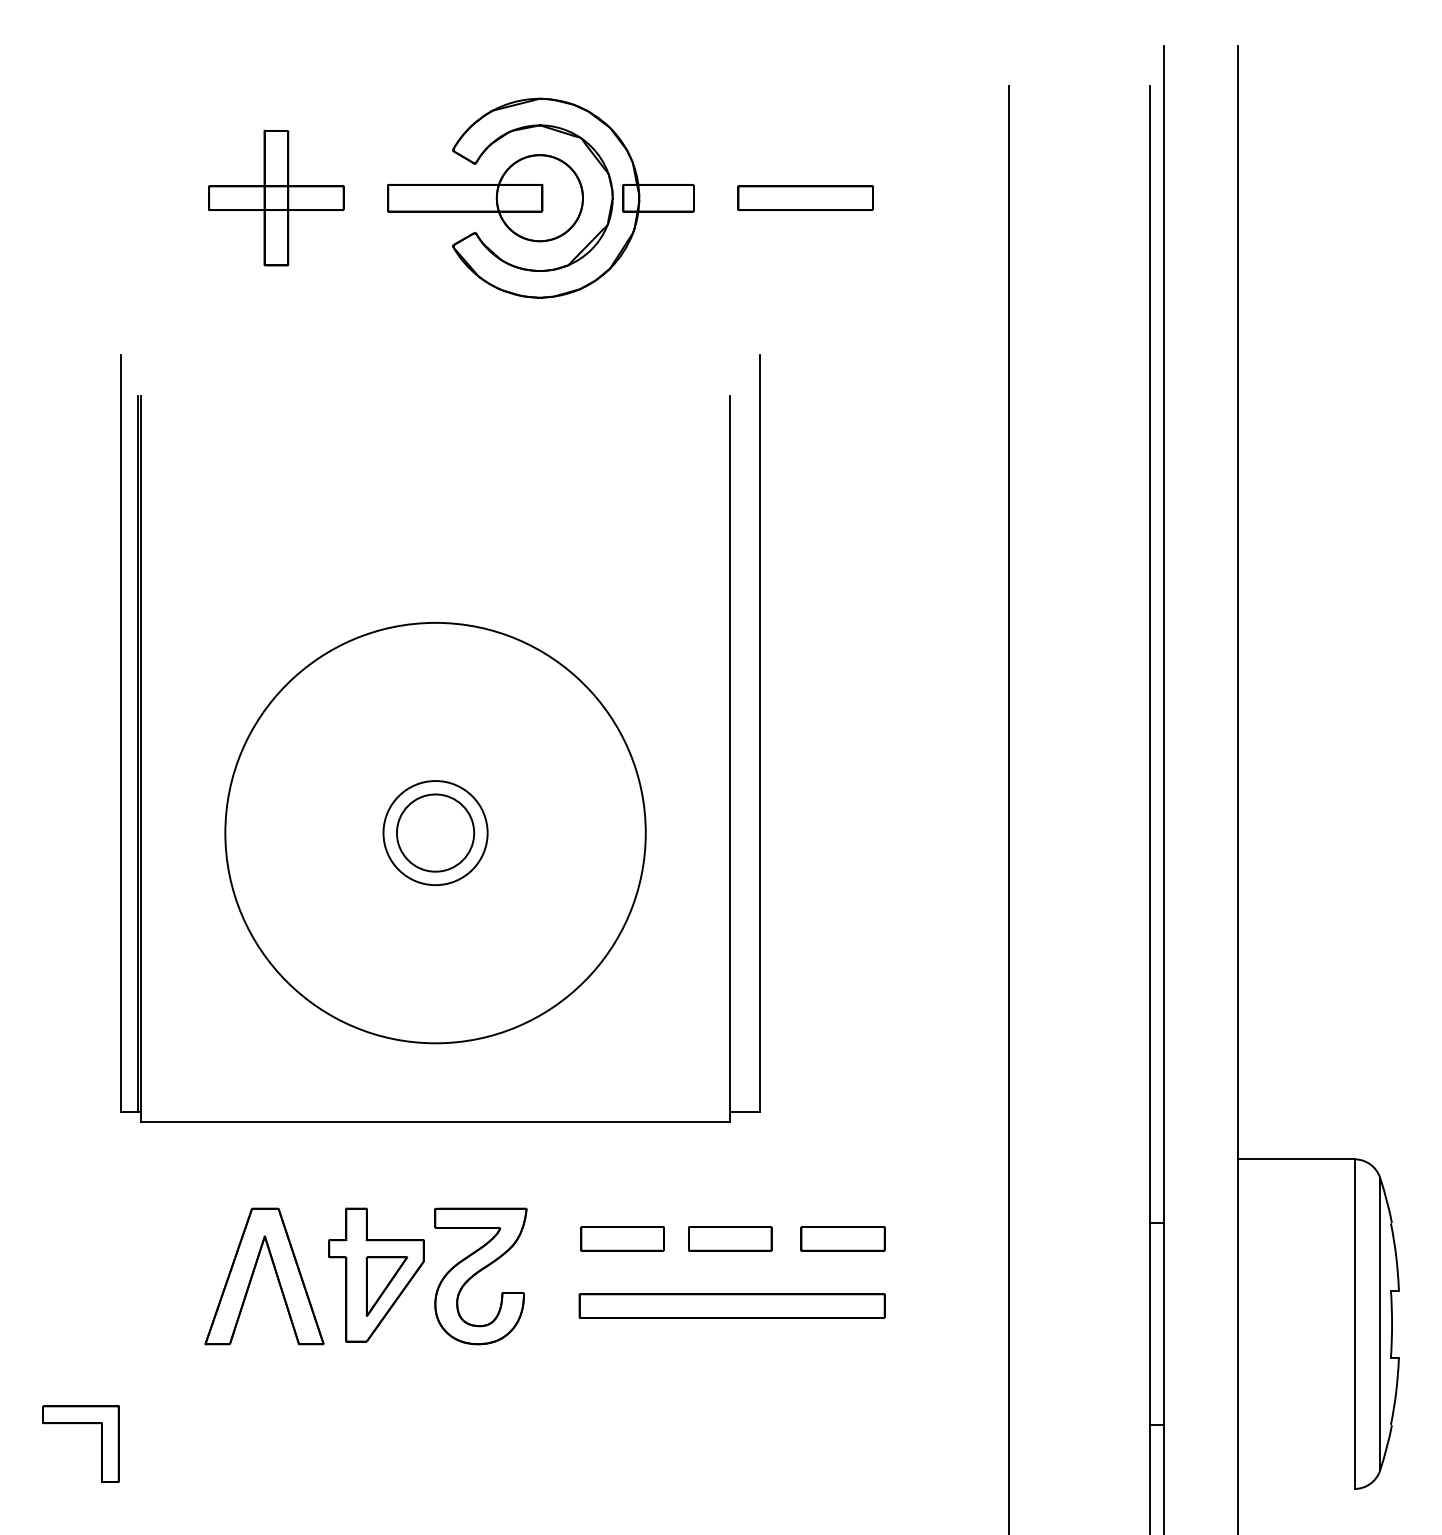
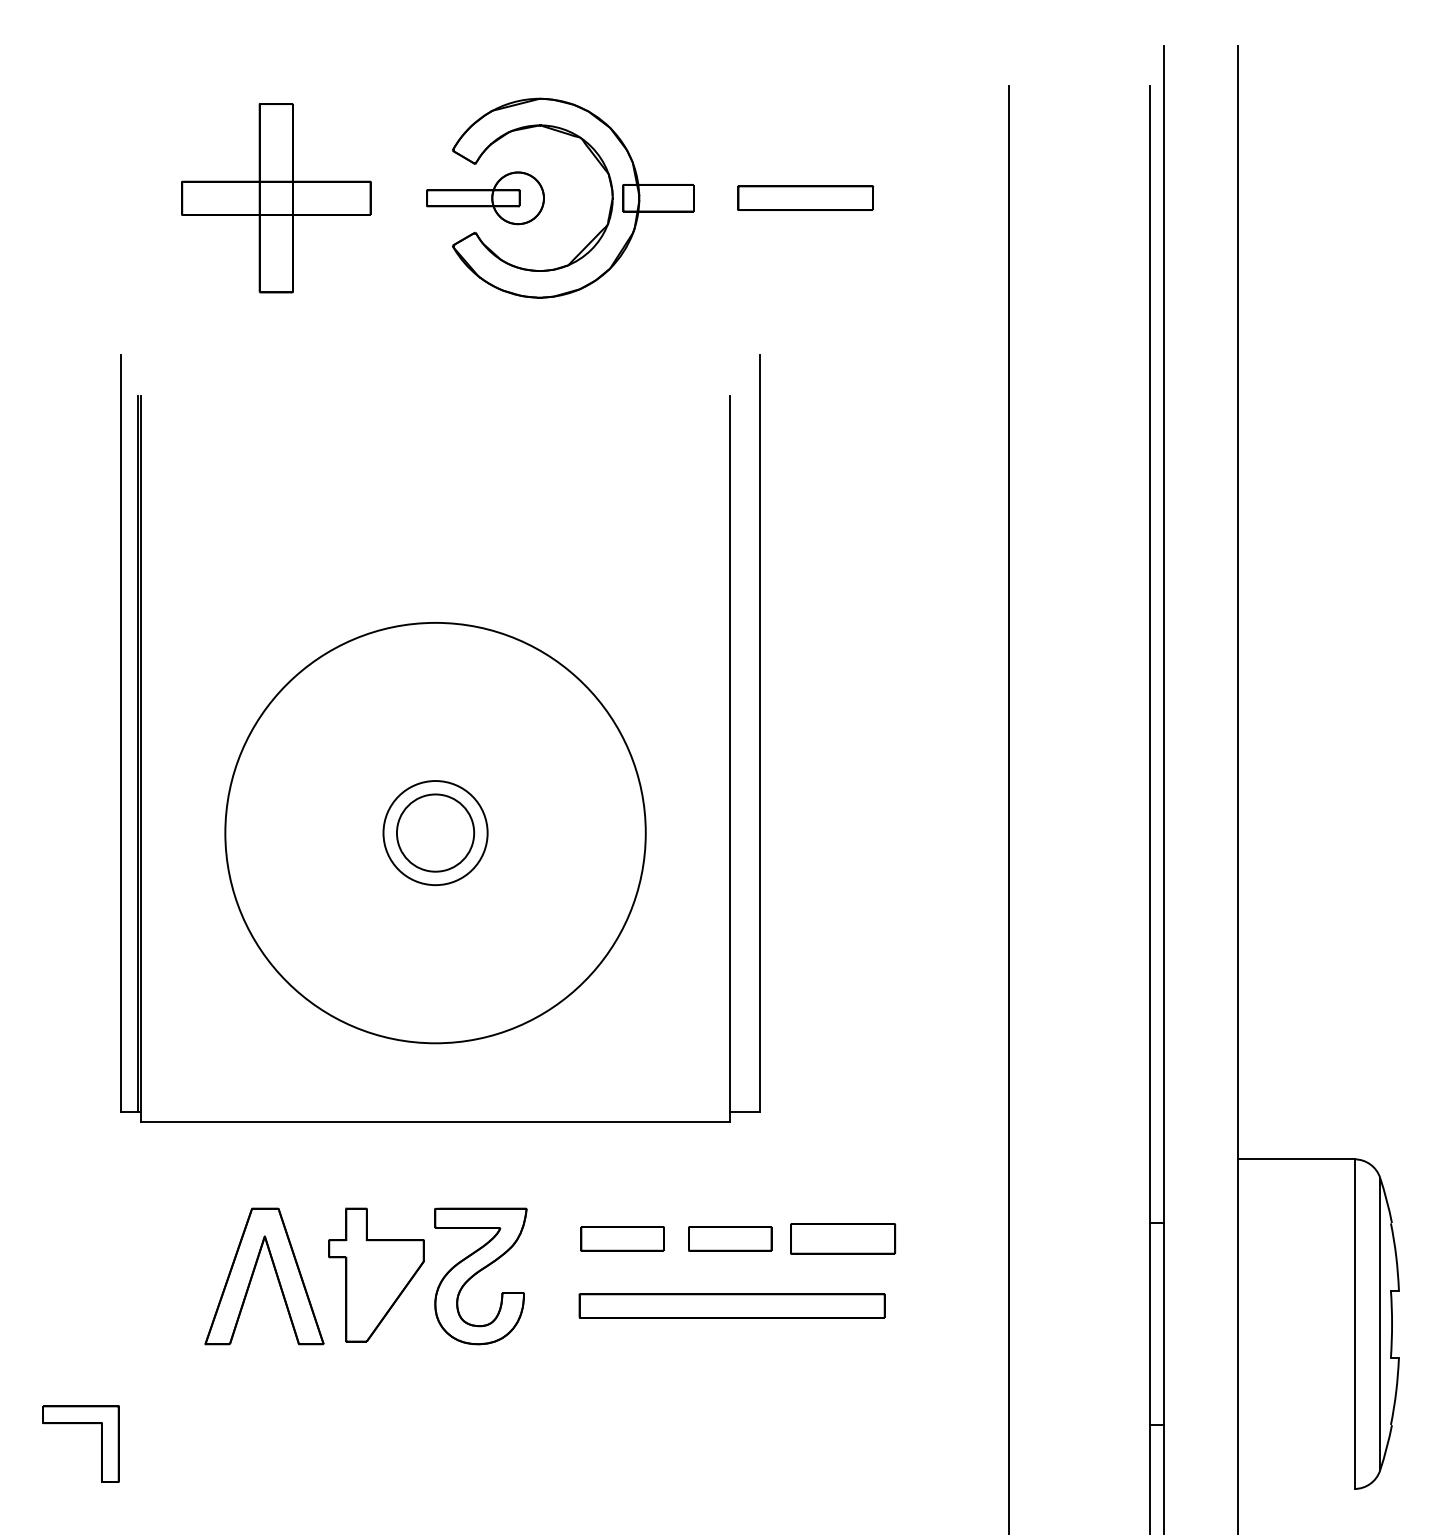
part at (276, 197) size: 137x138 px -> 191x191 px
part at (485, 198) size: 197x89 px -> 119x55 px
part at (842, 1238) size: 86x26 px -> 107x32 px
part at (386, 1286): present -> none
